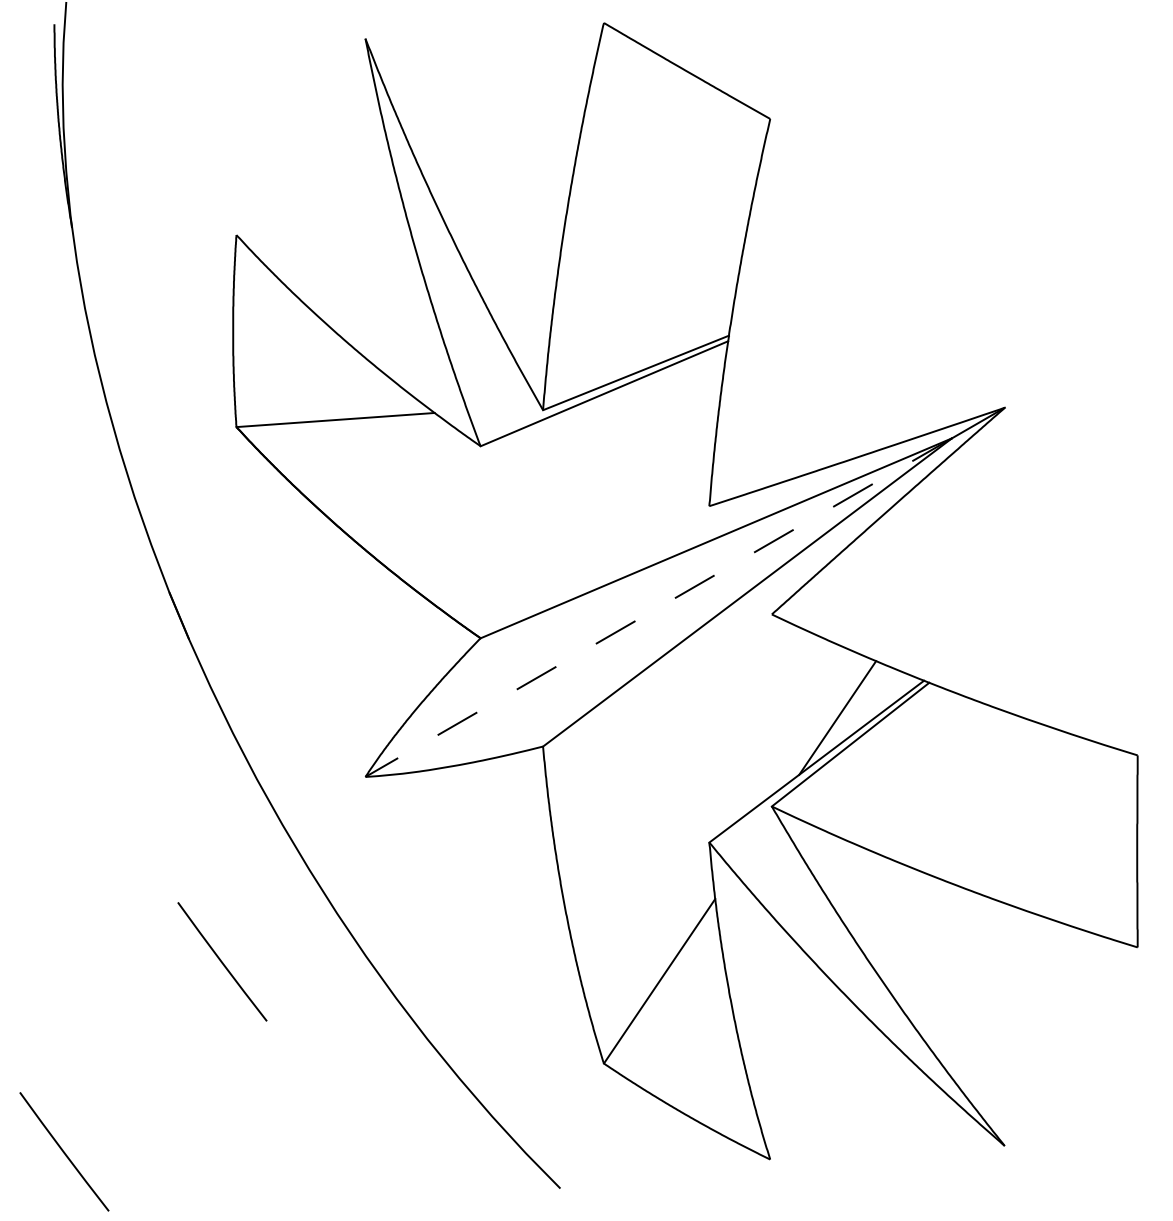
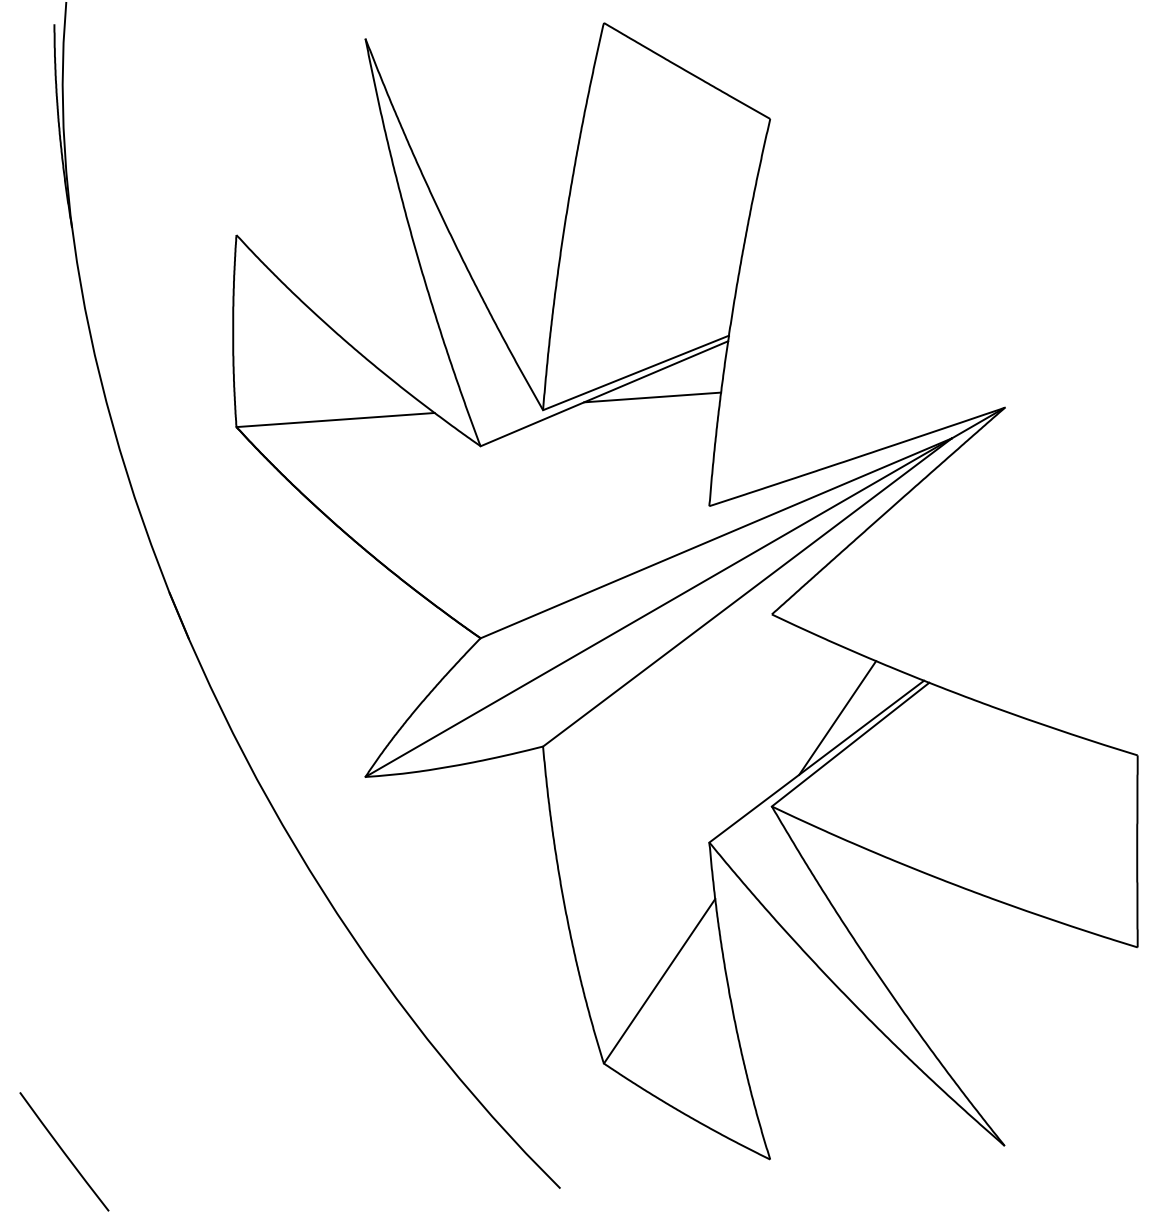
line at (652, 397): none -> present
line at (658, 607): dashed -> solid
line at (222, 961): present -> none
